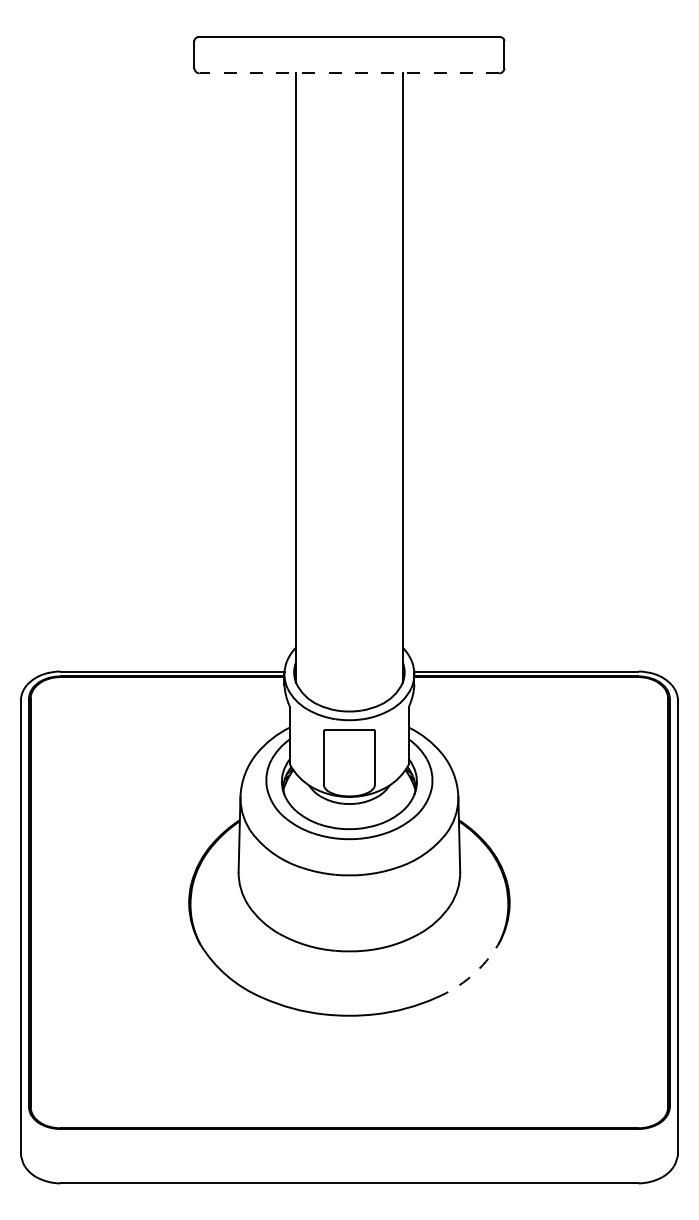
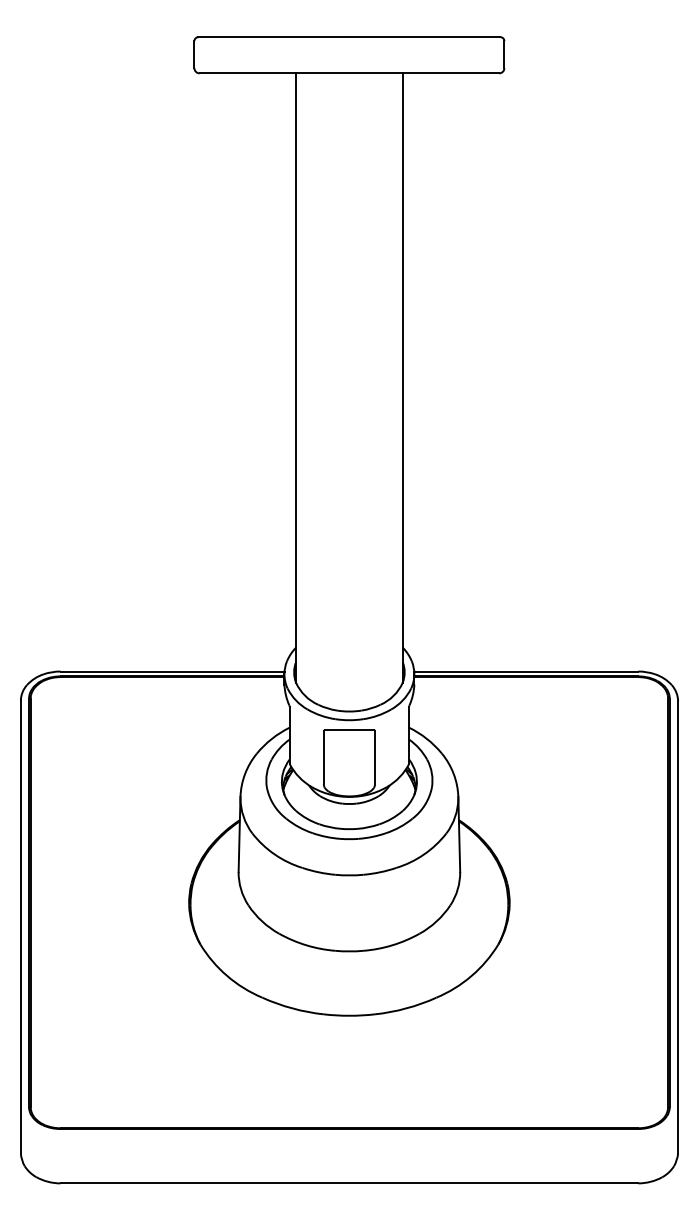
line at (349, 73): dashed -> solid
arc at (471, 975): dashed -> solid
